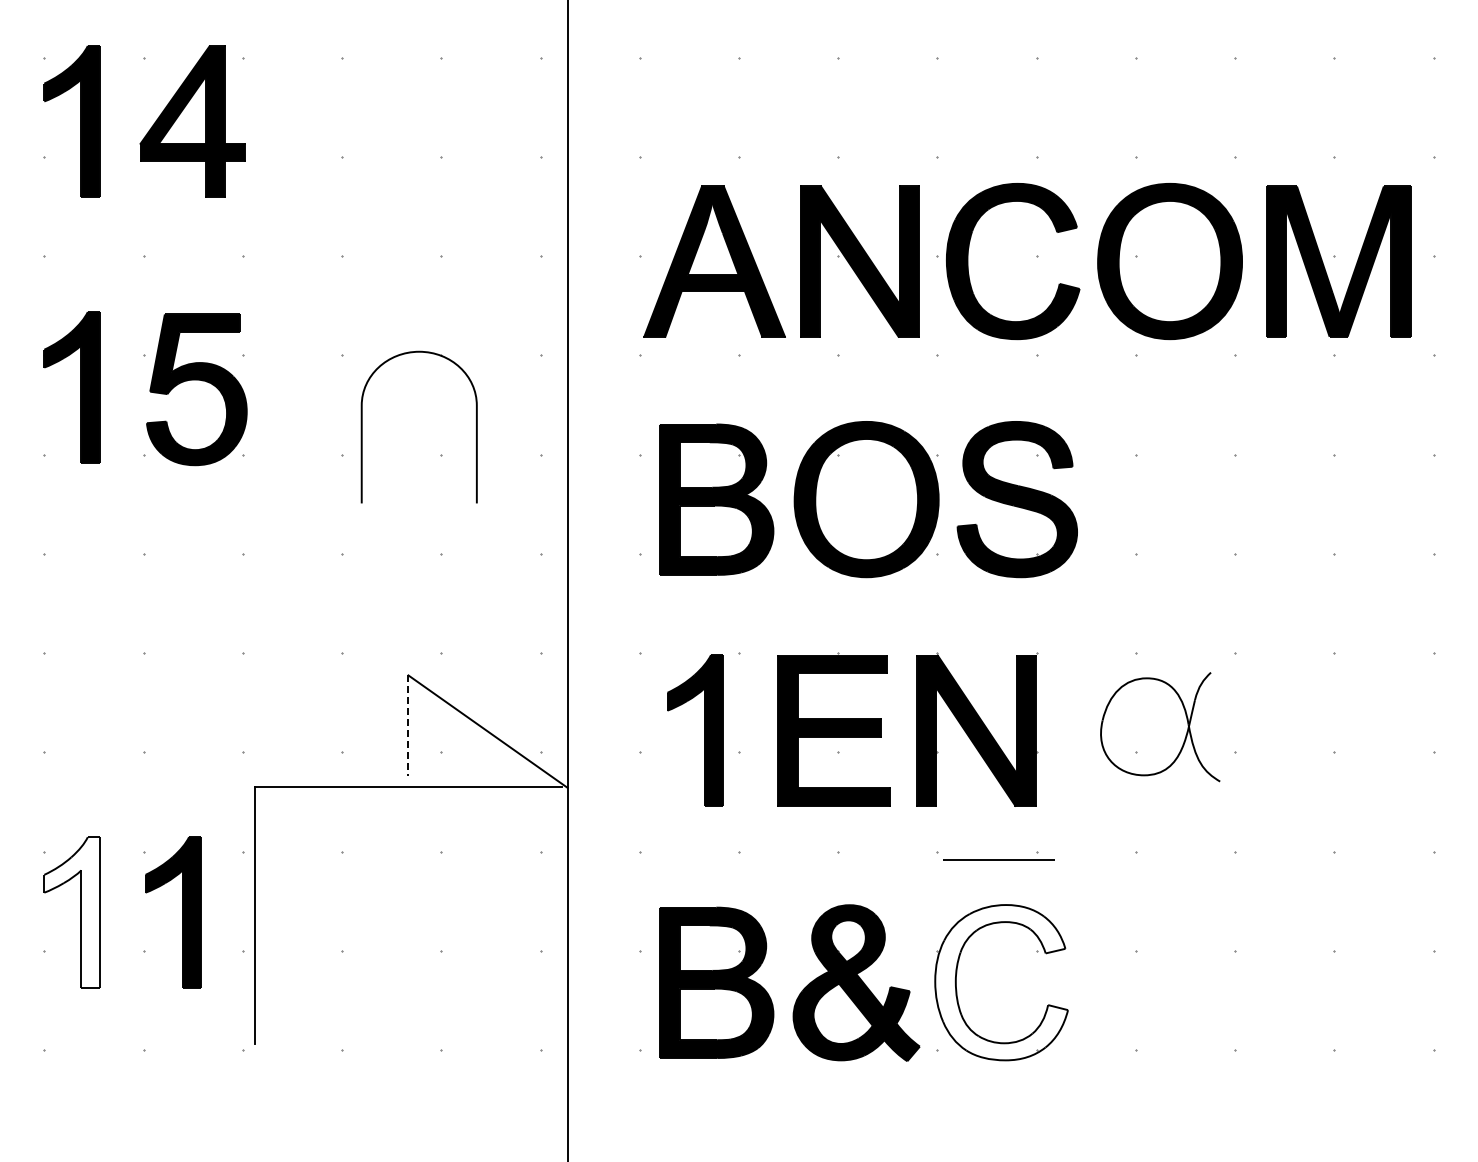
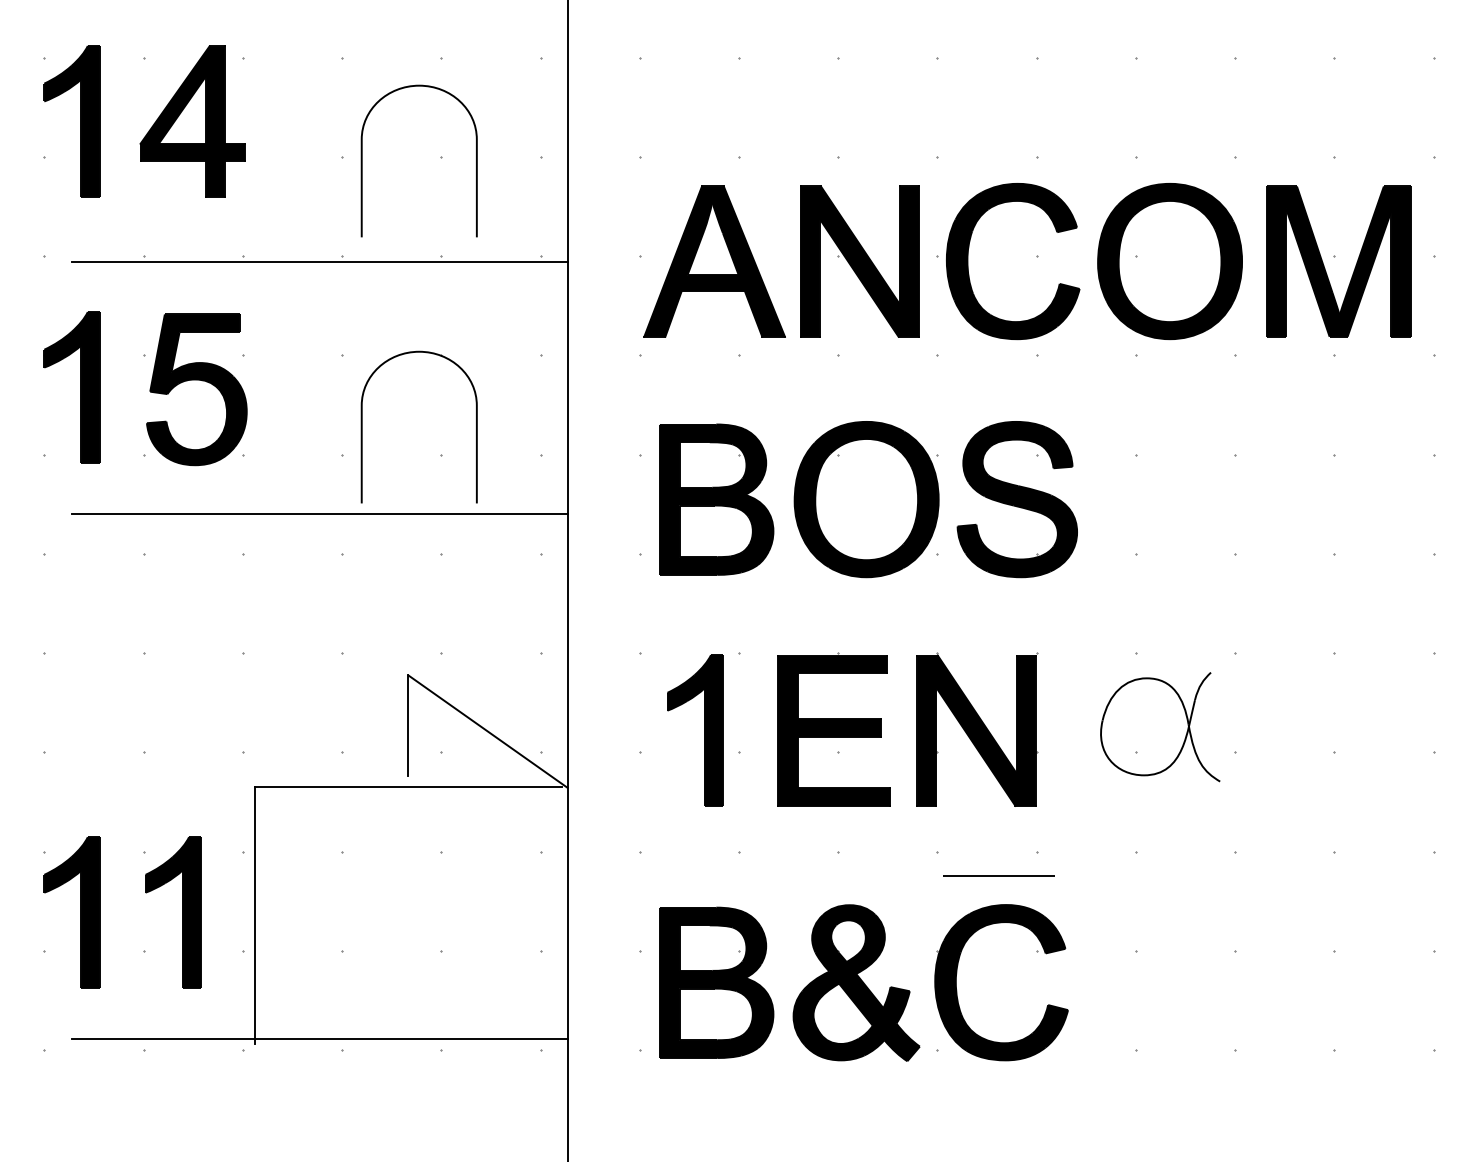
curve at (362, 160): none -> present
line at (320, 261): none -> present
line at (320, 513): none -> present
line at (408, 726): dashed -> solid
line at (998, 859) position: (998, 859) -> (998, 875)
fill at (71, 912): none -> present
fill at (1001, 982): none -> present
line at (320, 1038): none -> present
